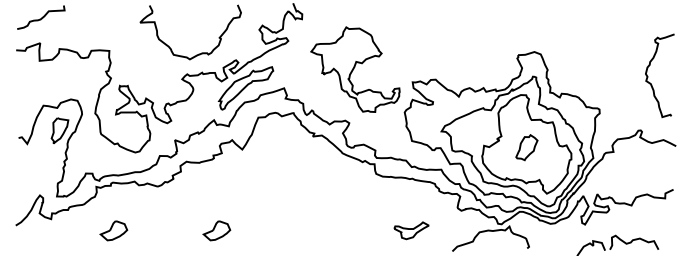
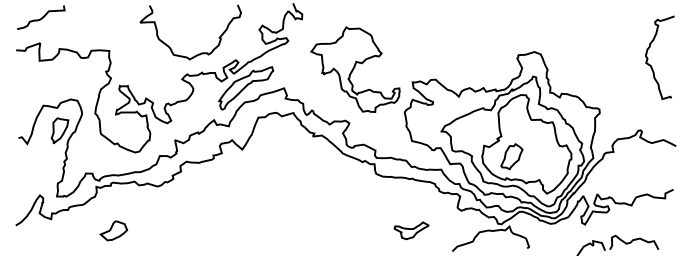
curve at (648, 76) position: (648, 76) -> (648, 58)
part at (526, 147) position: (526, 147) -> (511, 156)
part at (216, 230): present -> none
